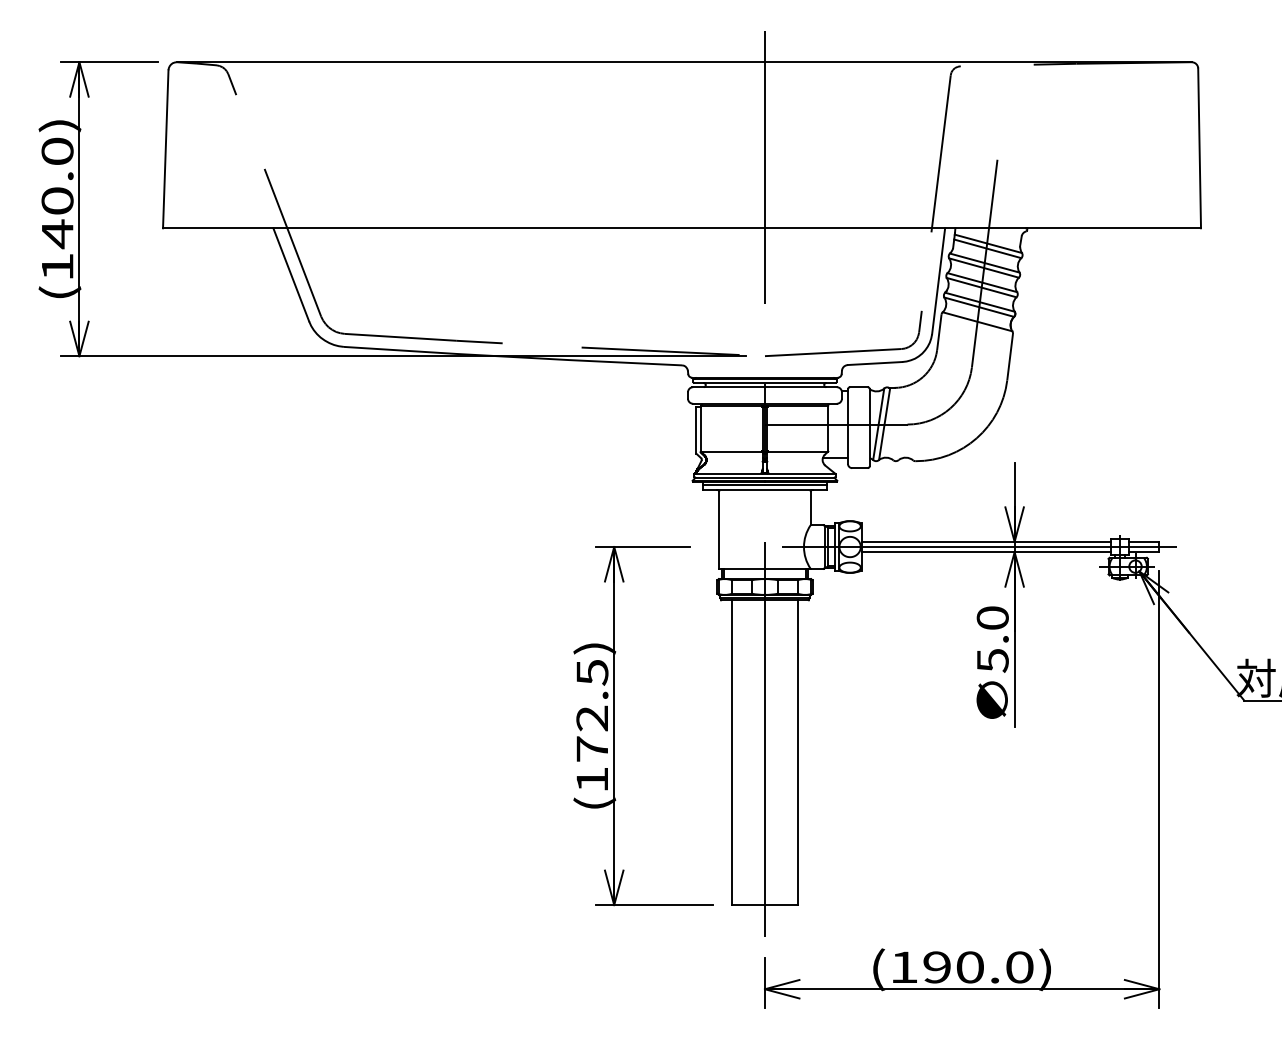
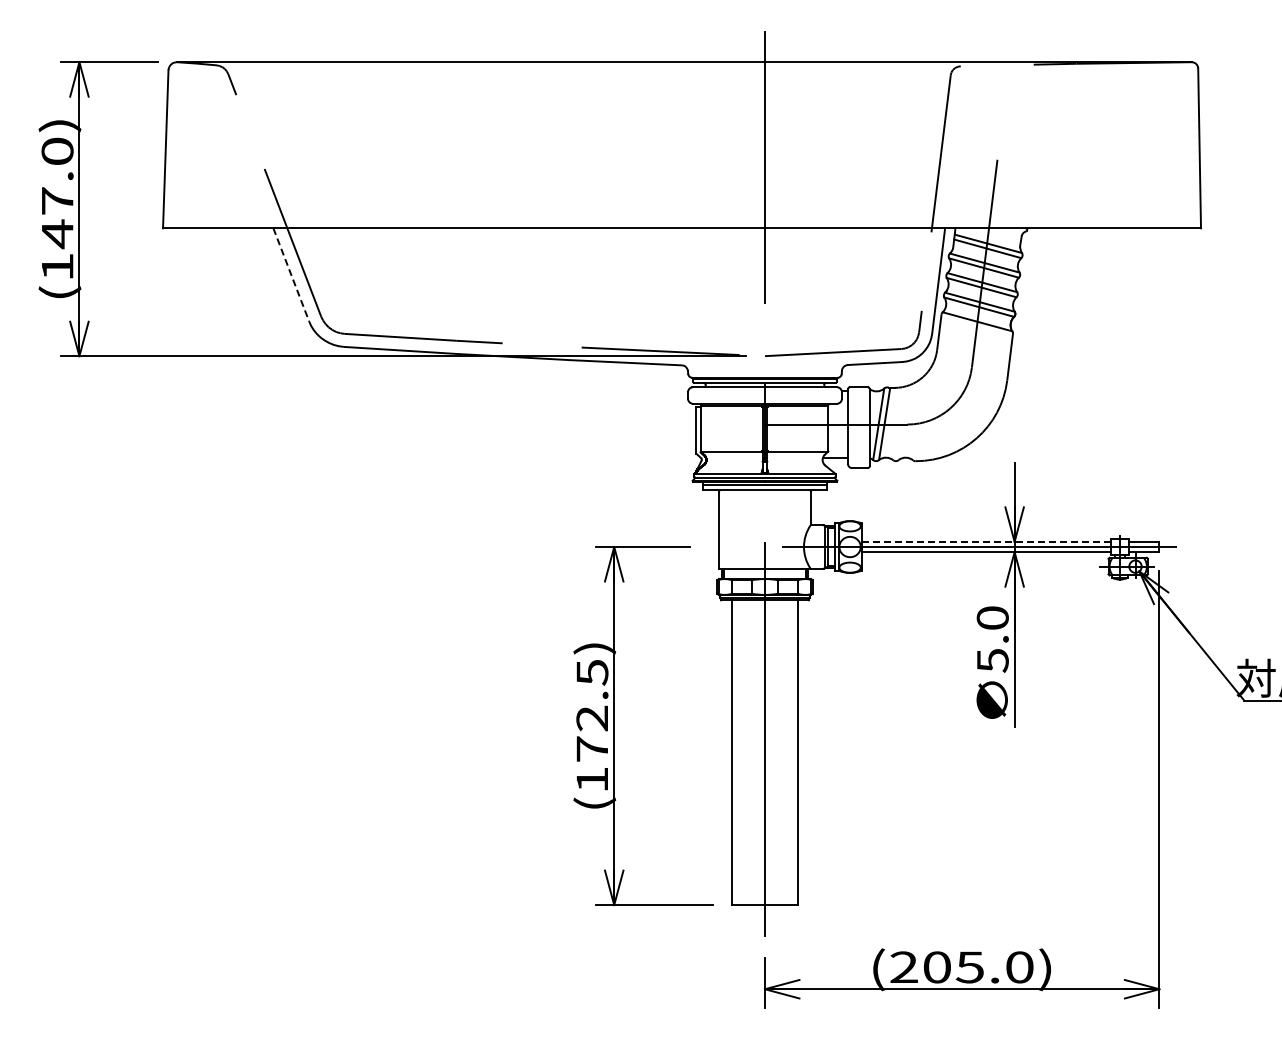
text at (57, 200): (140.0) -> (147.0)
line at (291, 274): solid -> dashed
line at (986, 541): solid -> dashed
text at (936, 967): (190.0) -> (205.0)
